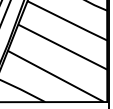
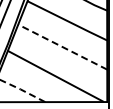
line at (61, 46): solid -> dashed
line at (22, 90): solid -> dashed
